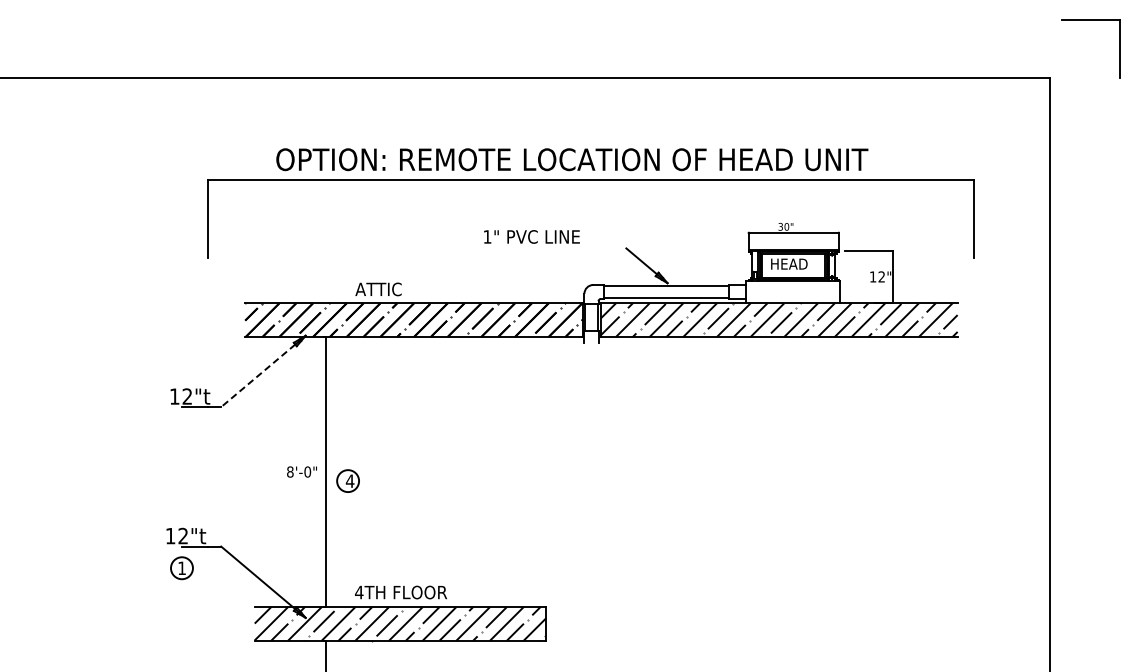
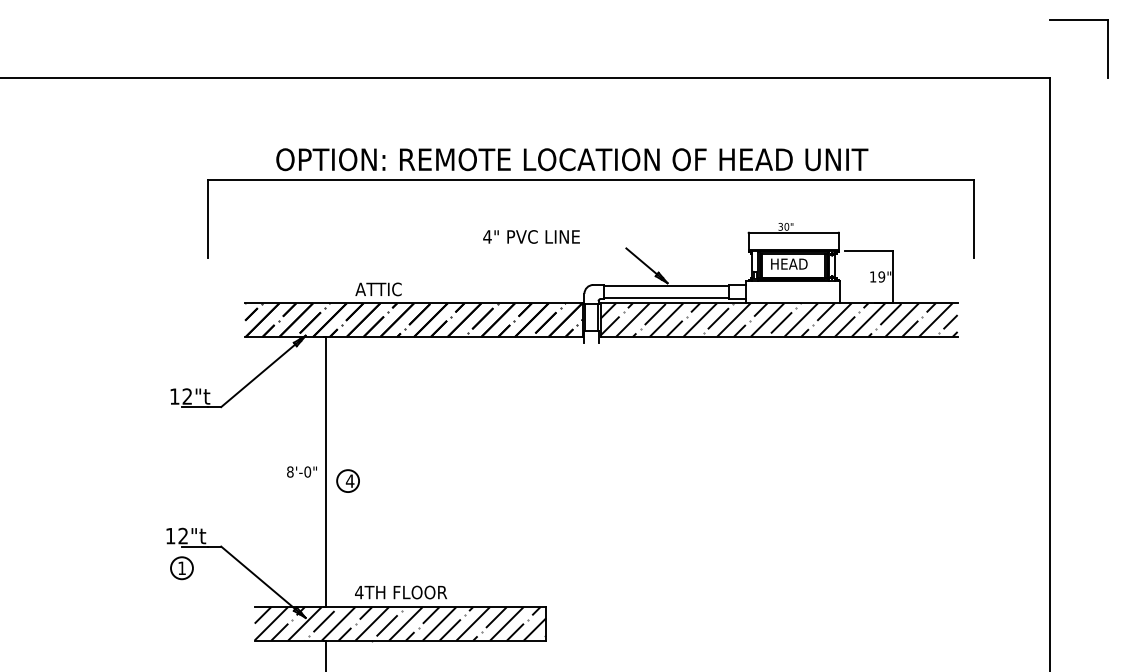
part at (1090, 20) position: (1090, 20) -> (1078, 20)
text at (487, 236): 1" -> 4"
text at (881, 276): 12" -> 19"
line at (258, 375): dashed -> solid
